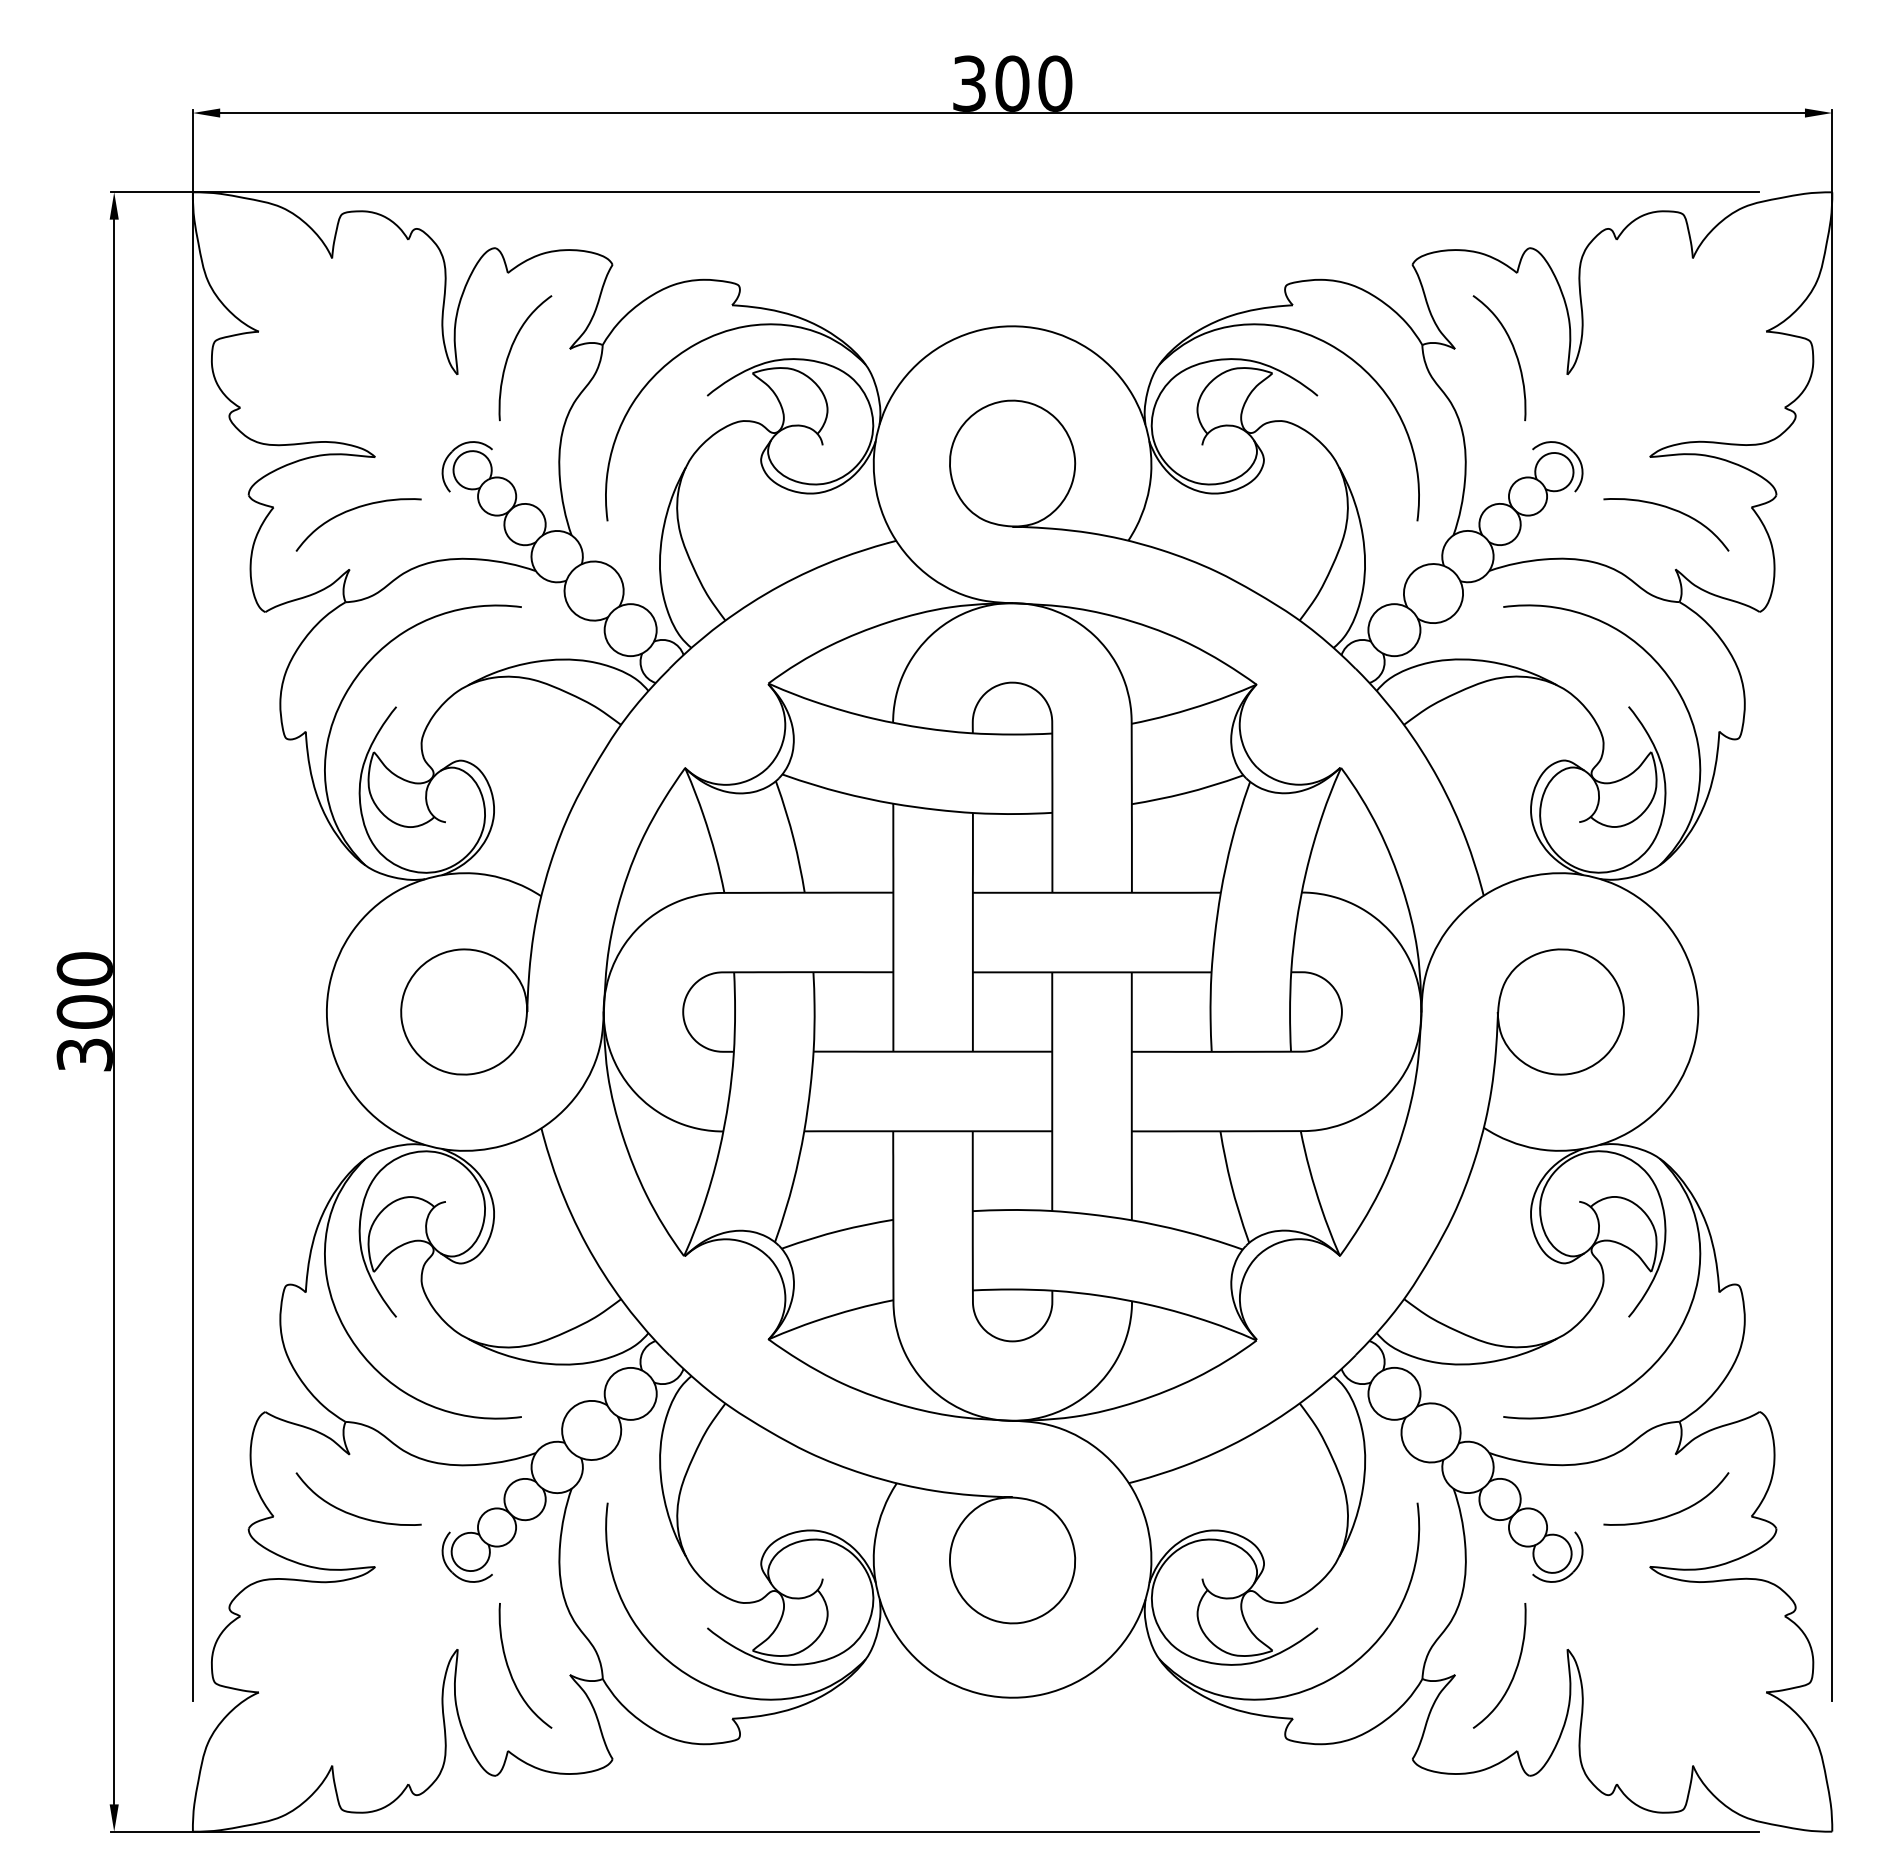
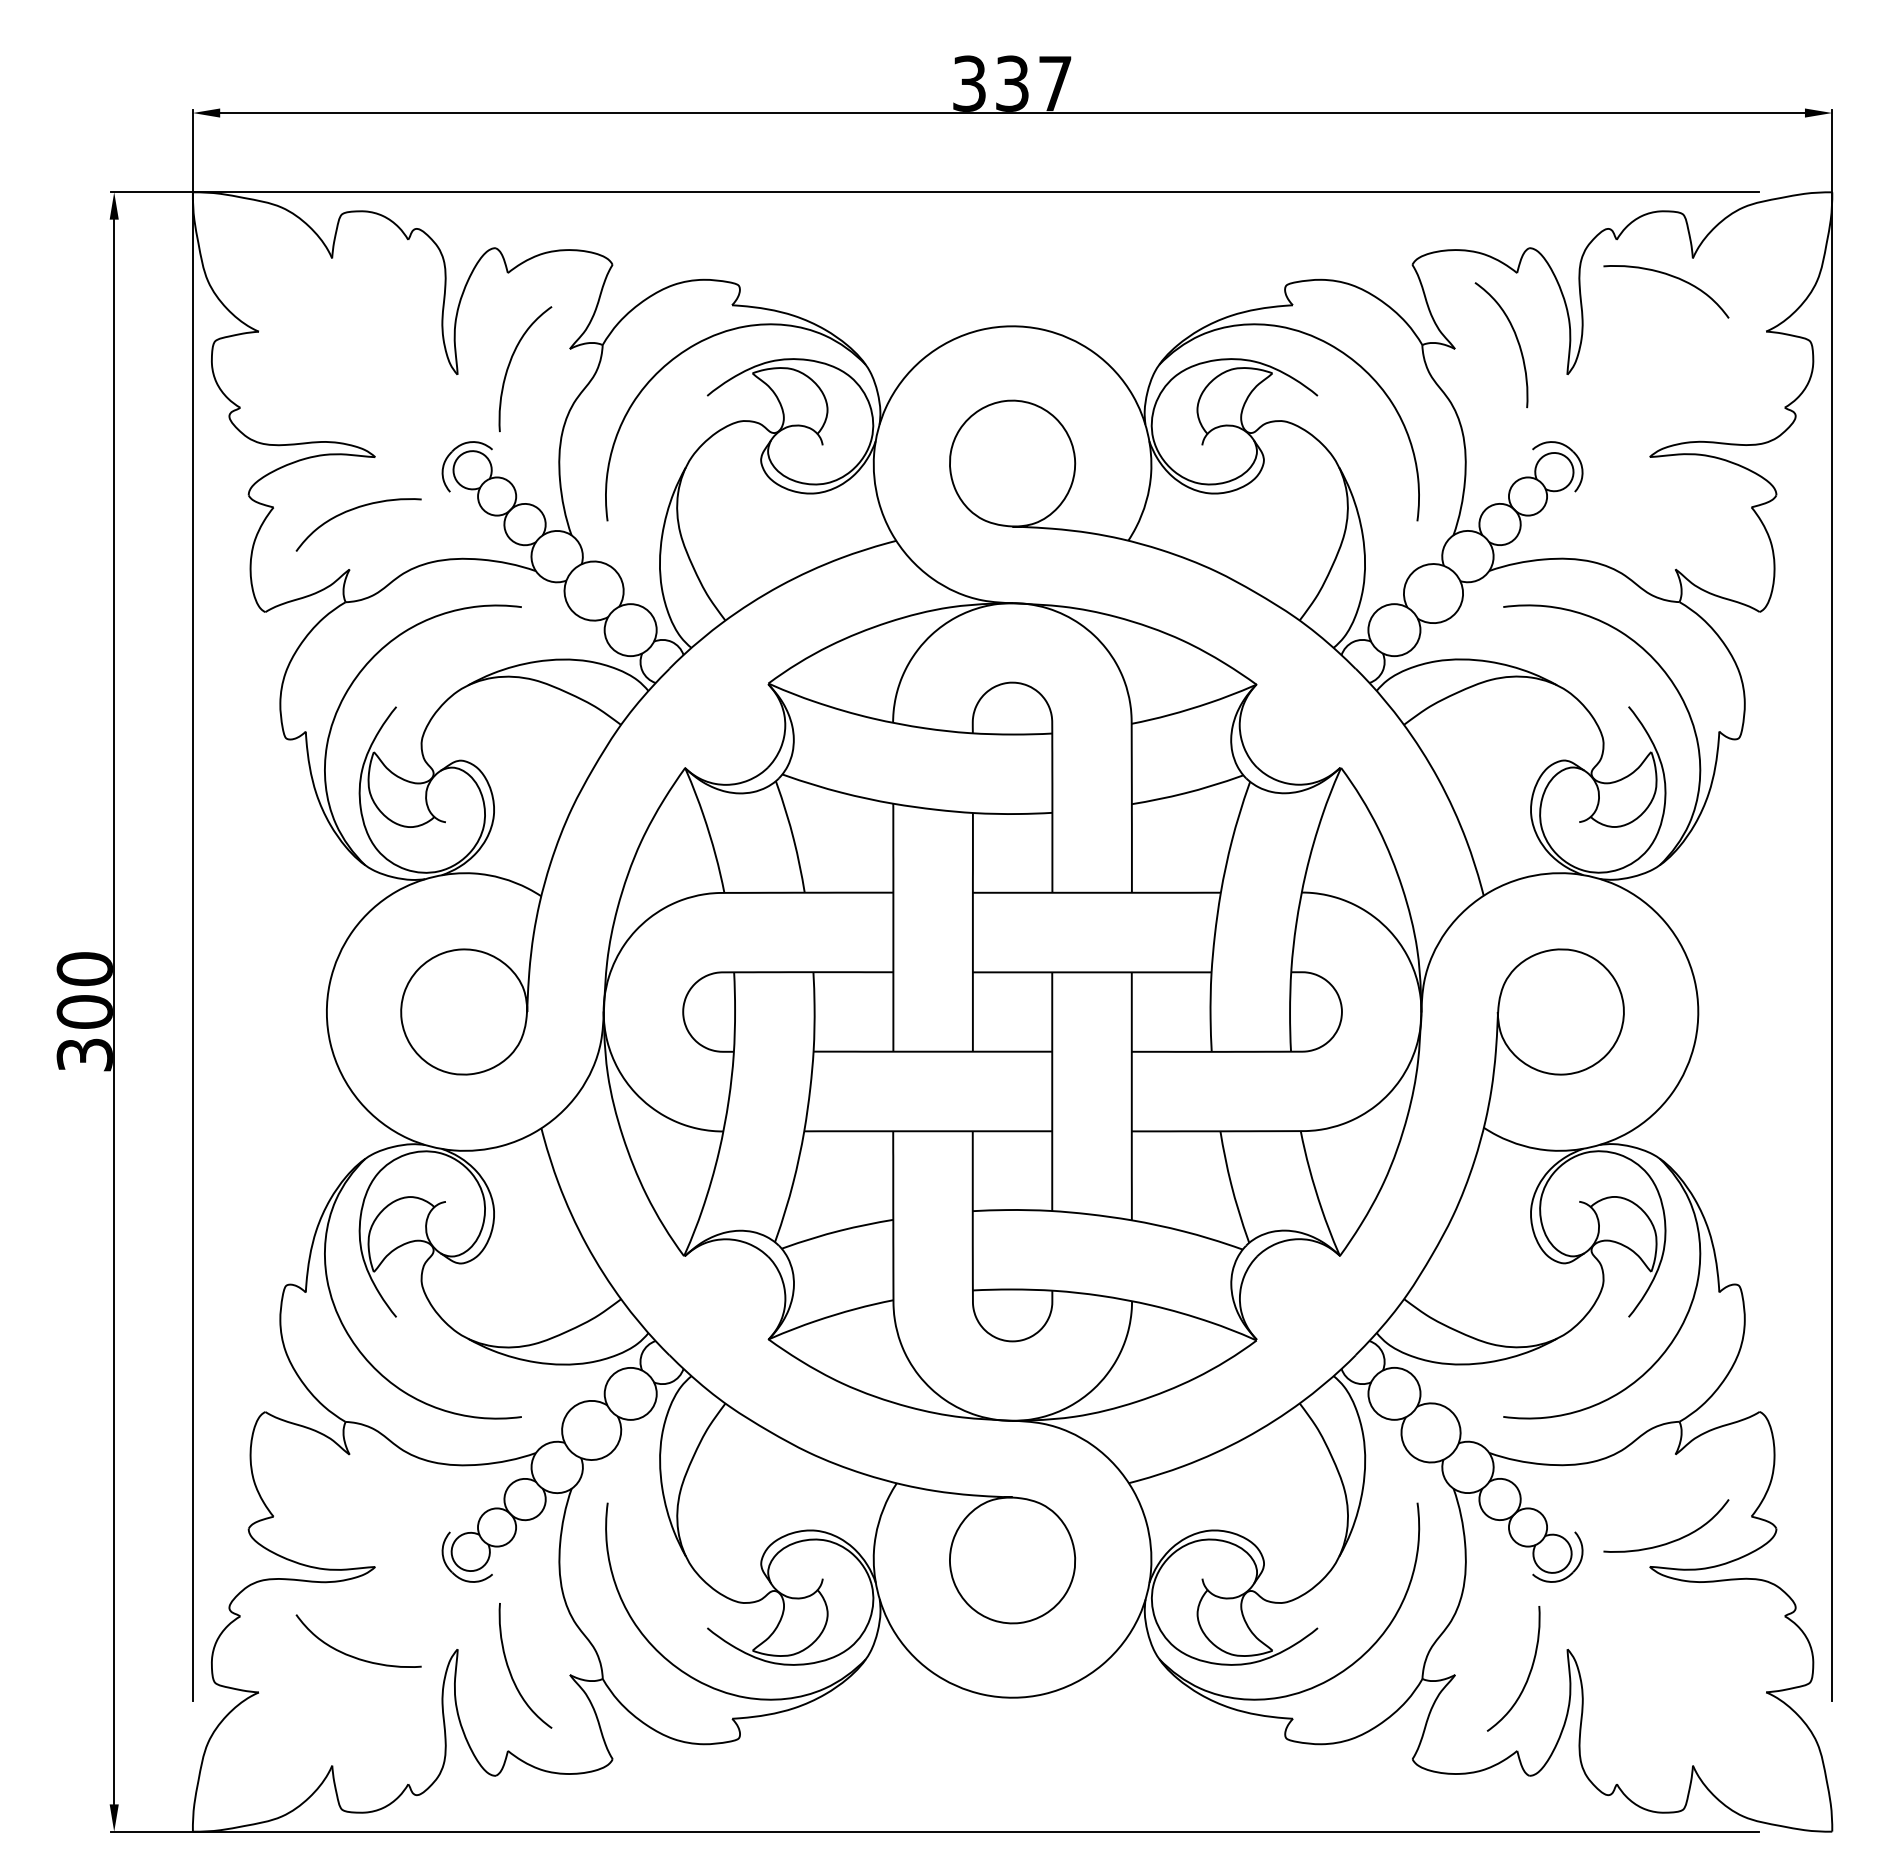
text at (1033, 83): 300 -> 337
curve at (510, 353) position: (510, 353) -> (510, 364)
curve at (1514, 353) position: (1514, 353) -> (1516, 340)
curve at (1672, 510) position: (1672, 510) -> (1672, 277)
curve at (352, 1513) position: (352, 1513) -> (352, 1655)
curve at (1672, 1513) position: (1672, 1513) -> (1672, 1540)
curve at (1513, 1673) position: (1513, 1673) -> (1527, 1676)
